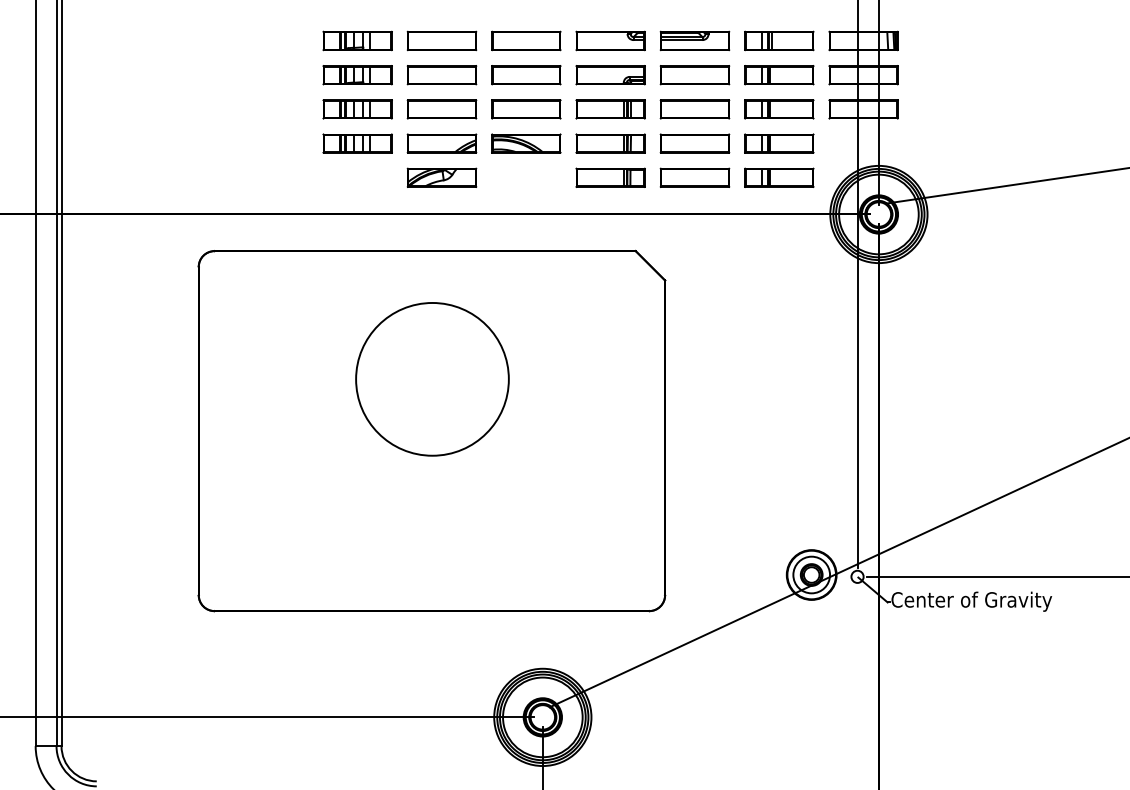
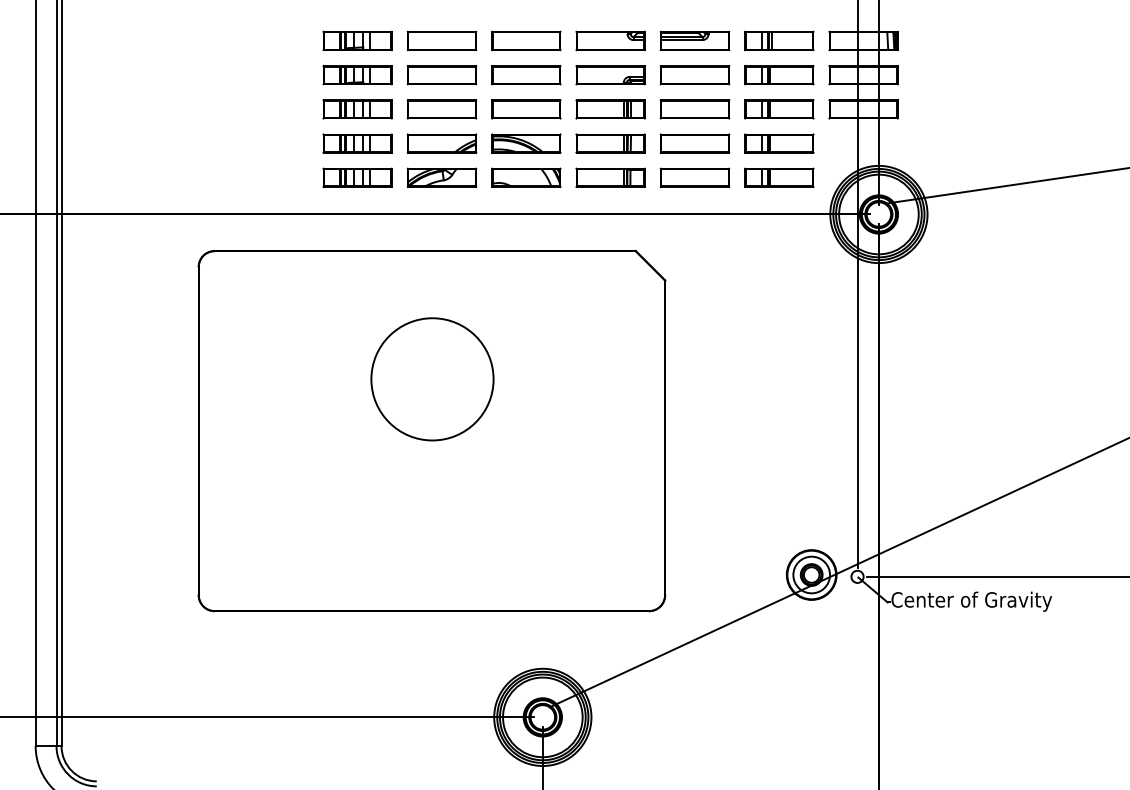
part at (357, 177): none -> present
part at (526, 177): none -> present
circle at (432, 378) diameter: 153 px -> 122 px
